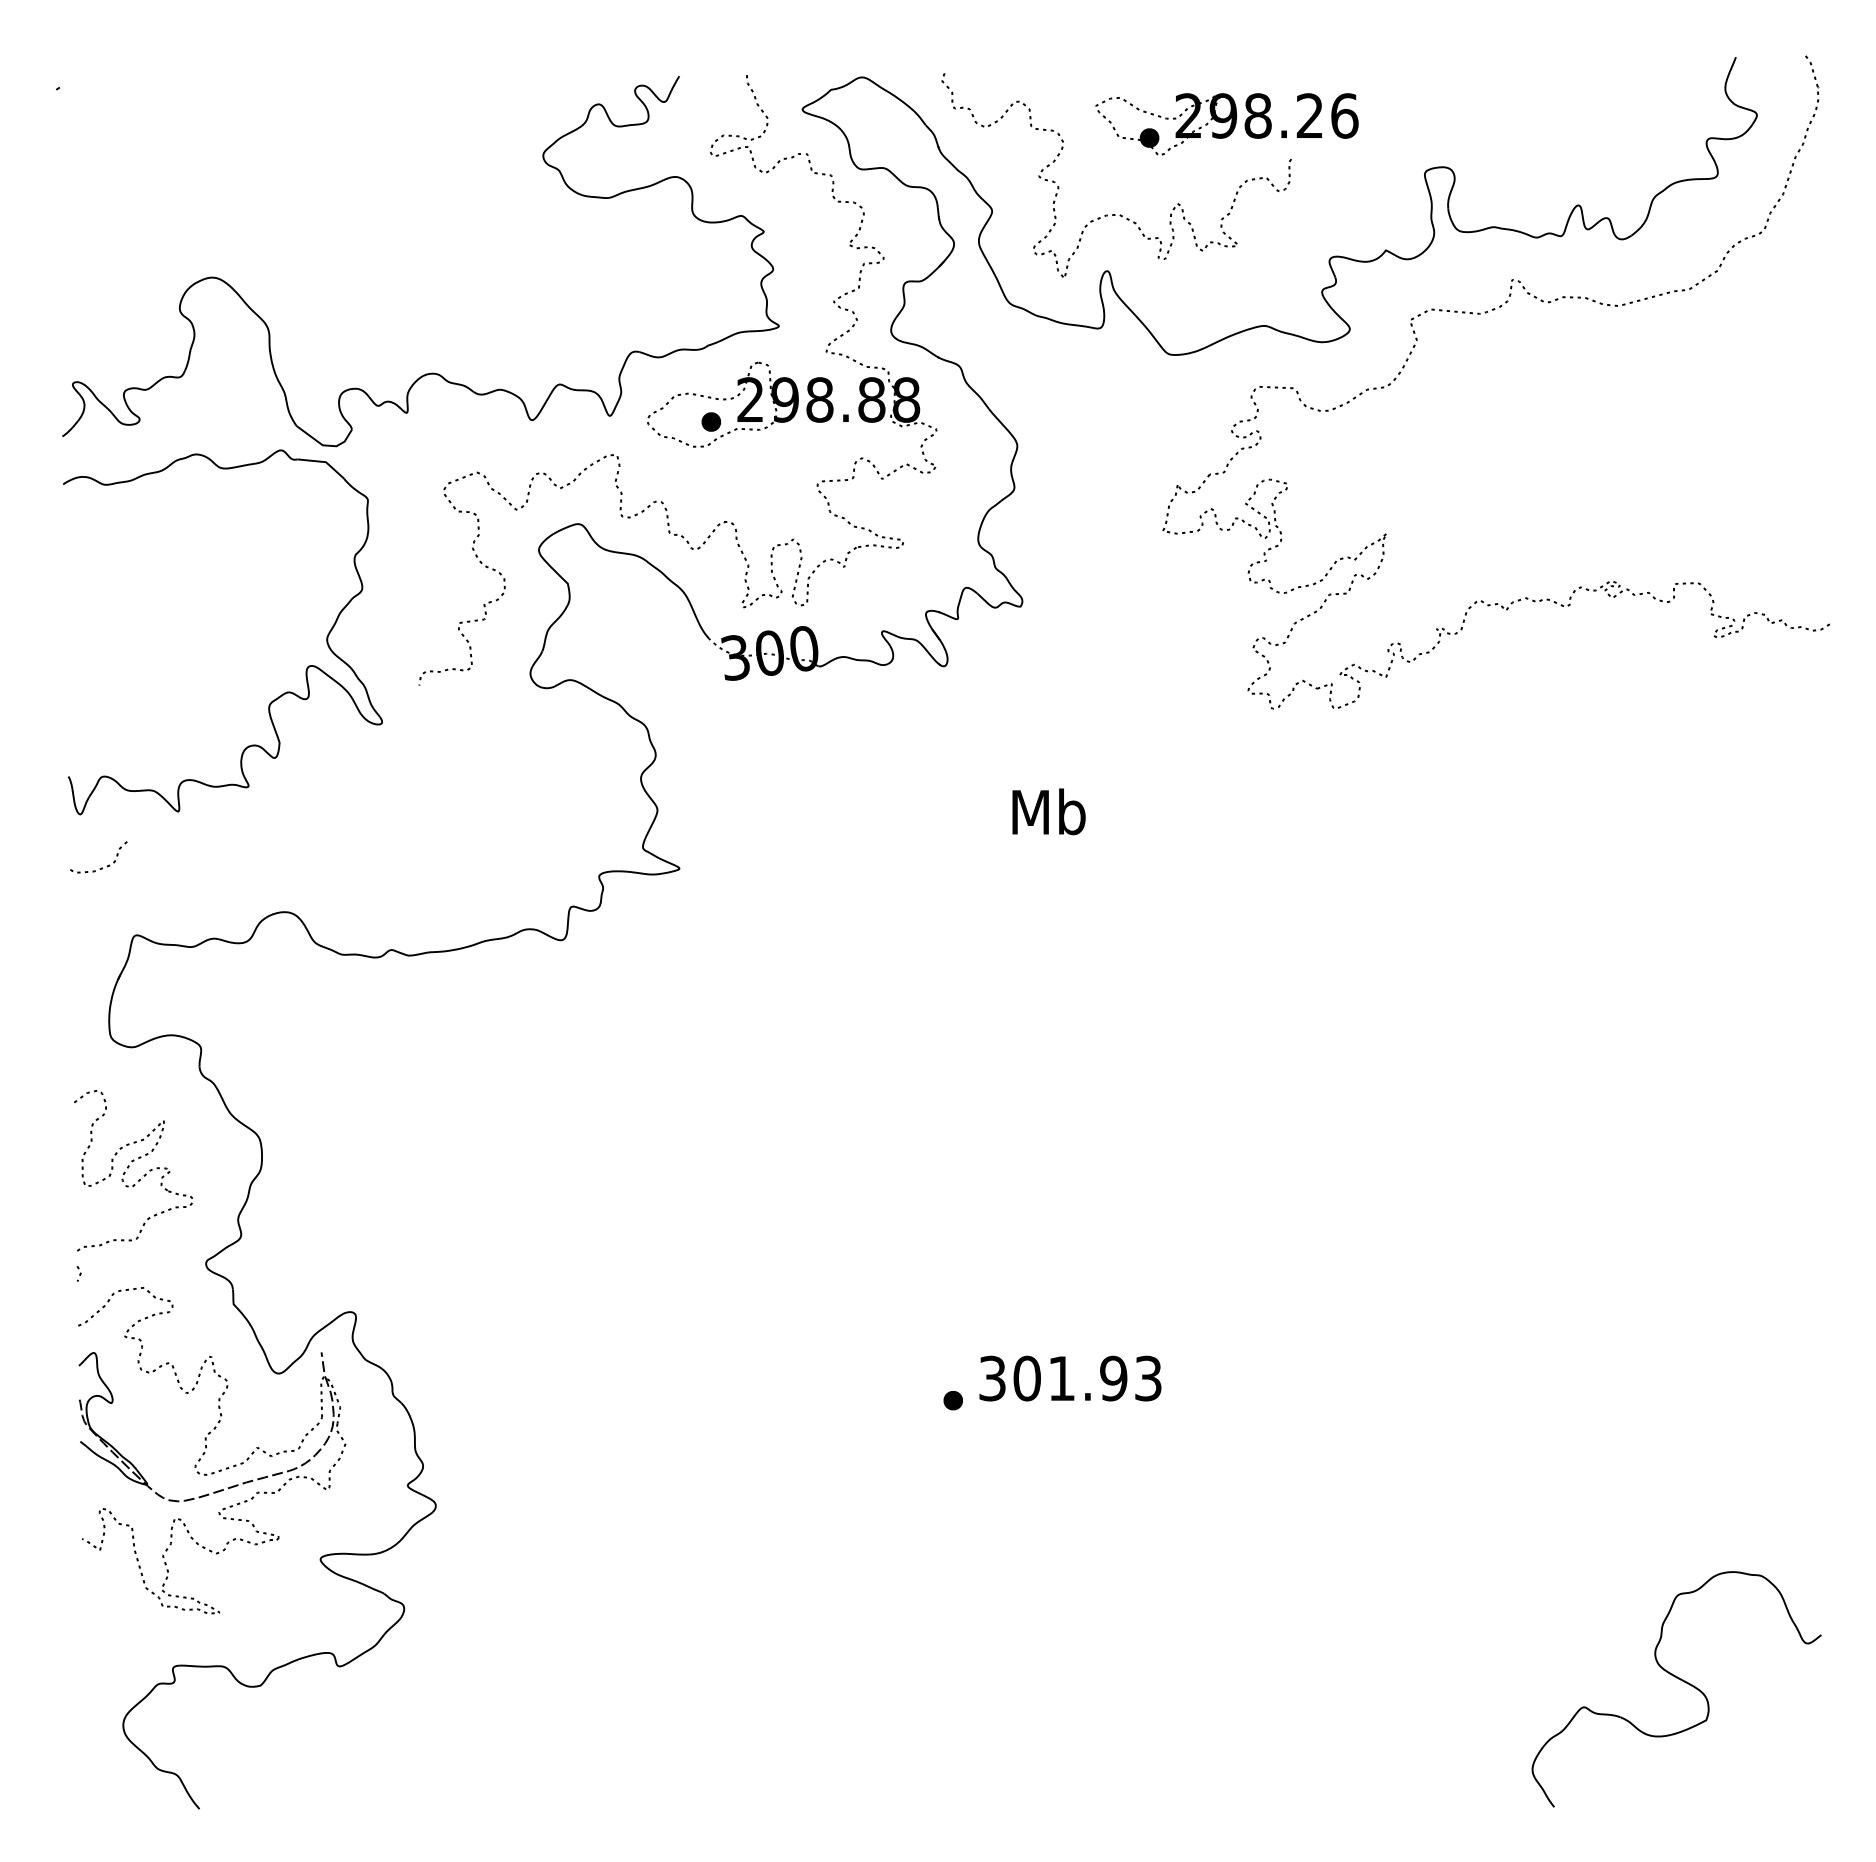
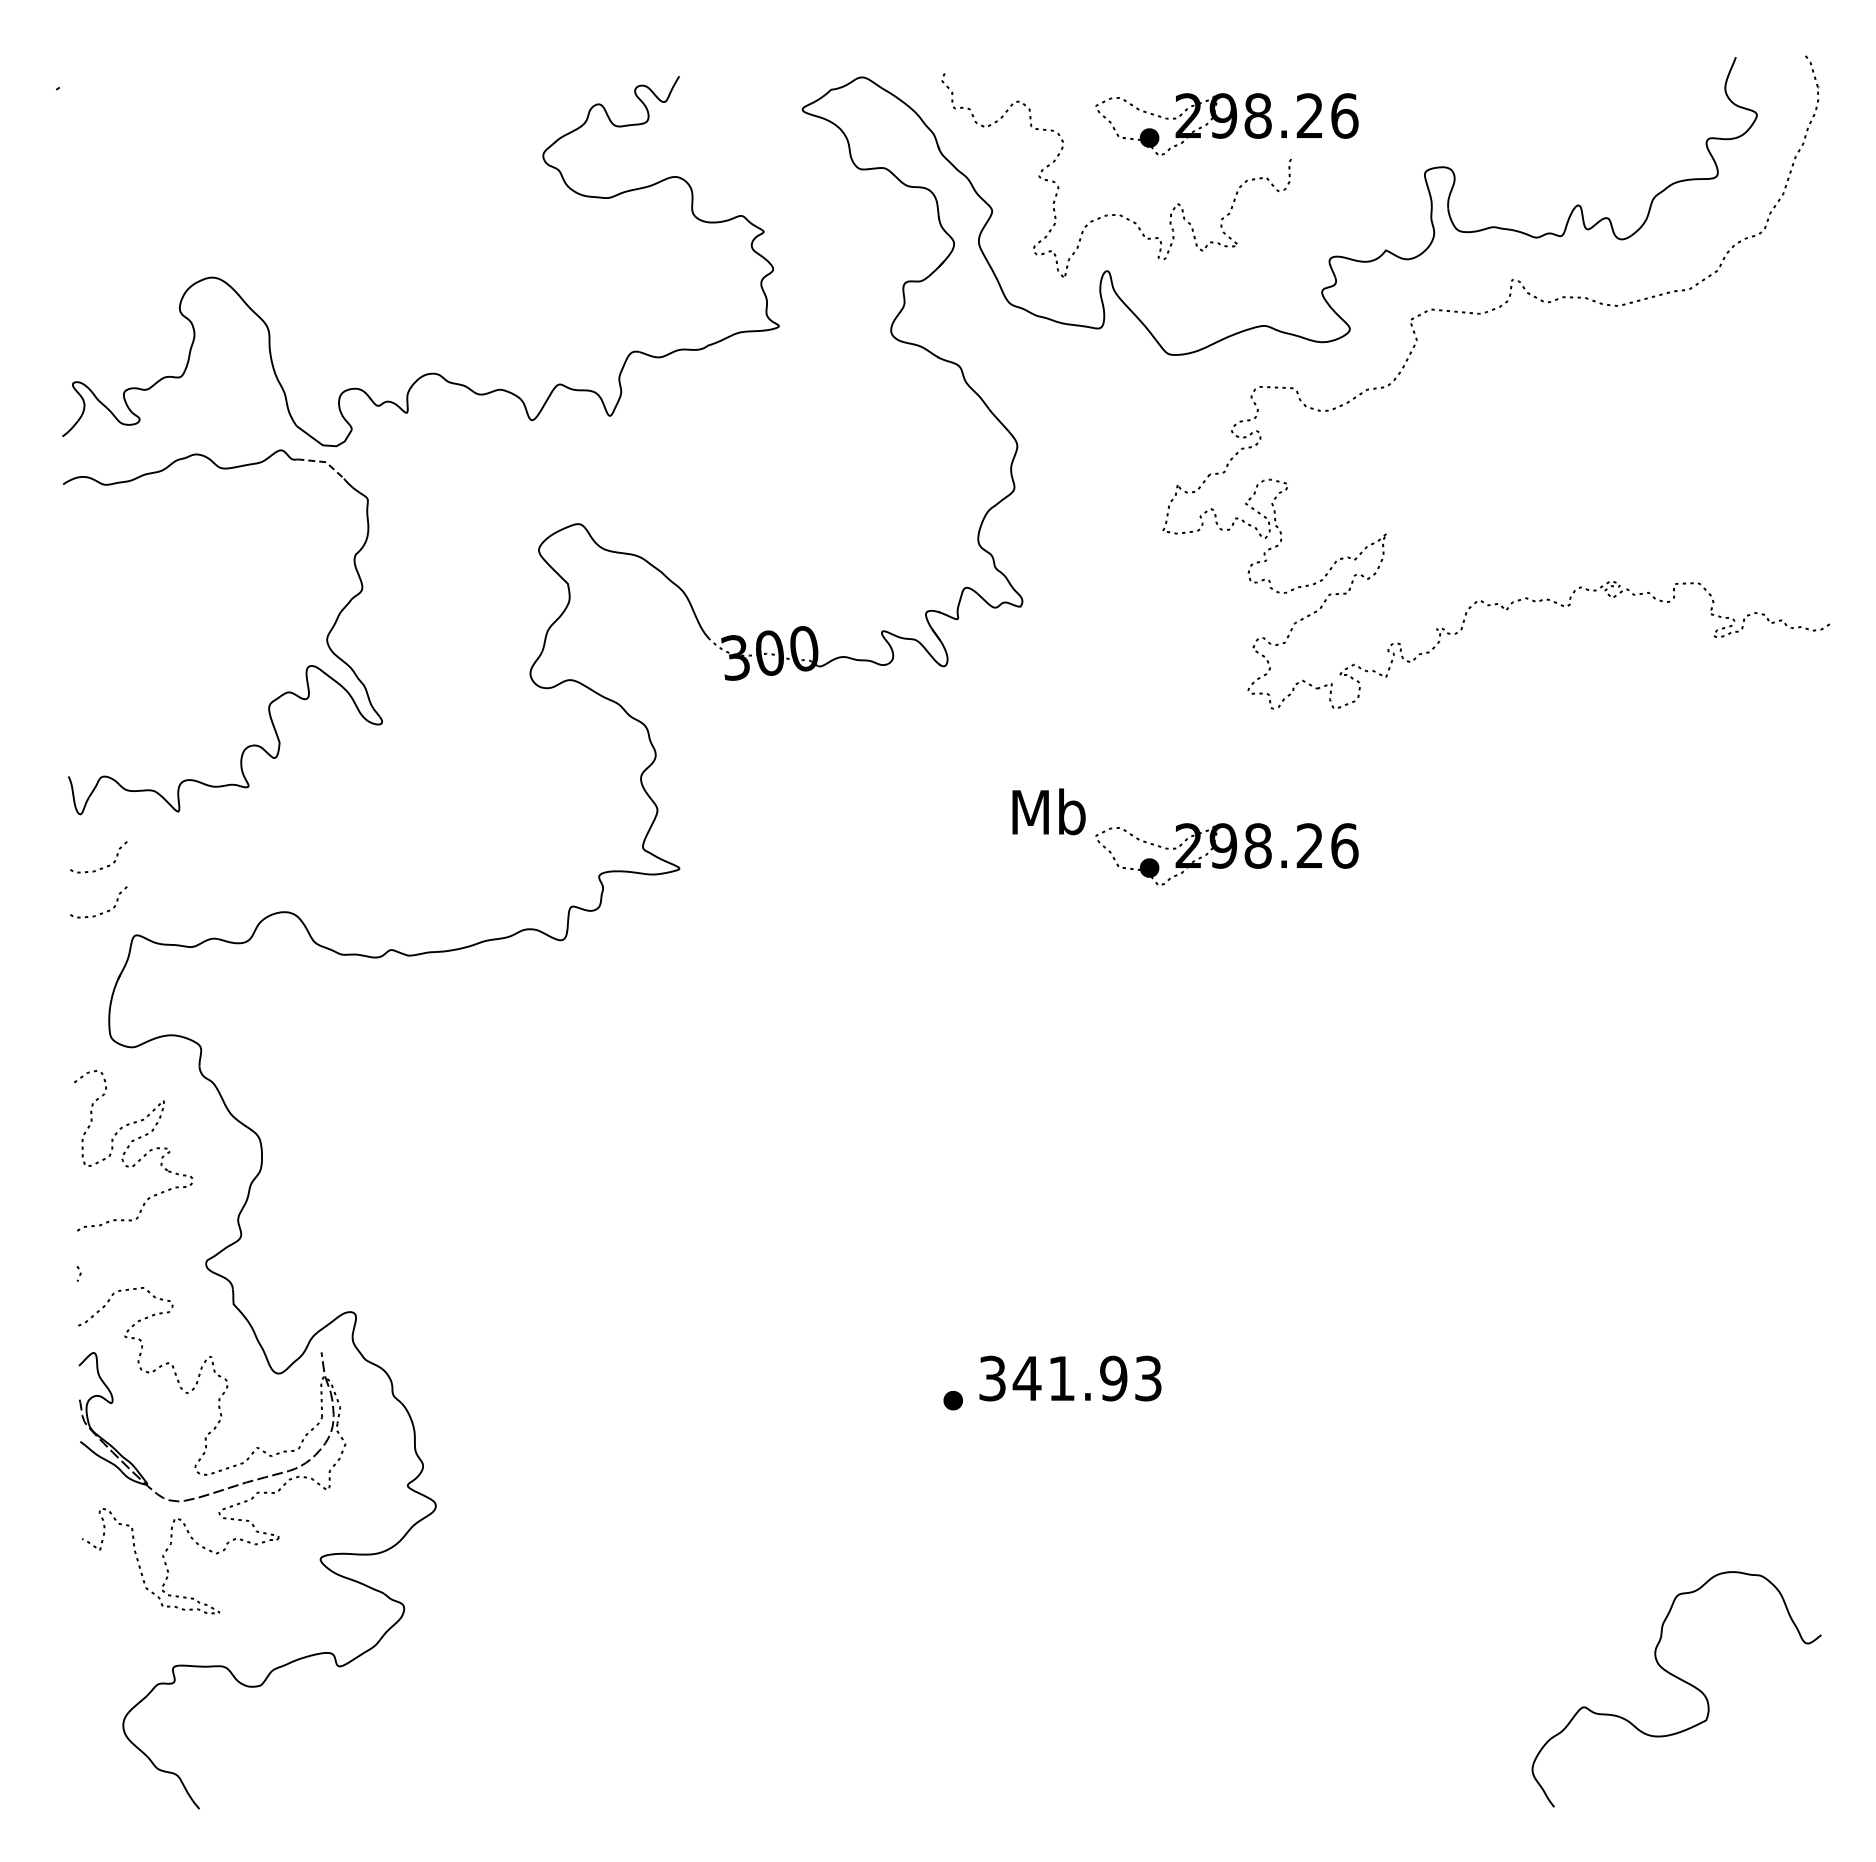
part at (680, 393): present -> none
line at (325, 462): solid -> dashed
part at (1226, 854): none -> present
curve at (101, 912): none -> present
part at (133, 1170) position: (133, 1170) -> (133, 1150)
text at (1026, 1378): 301.93 -> 341.93
